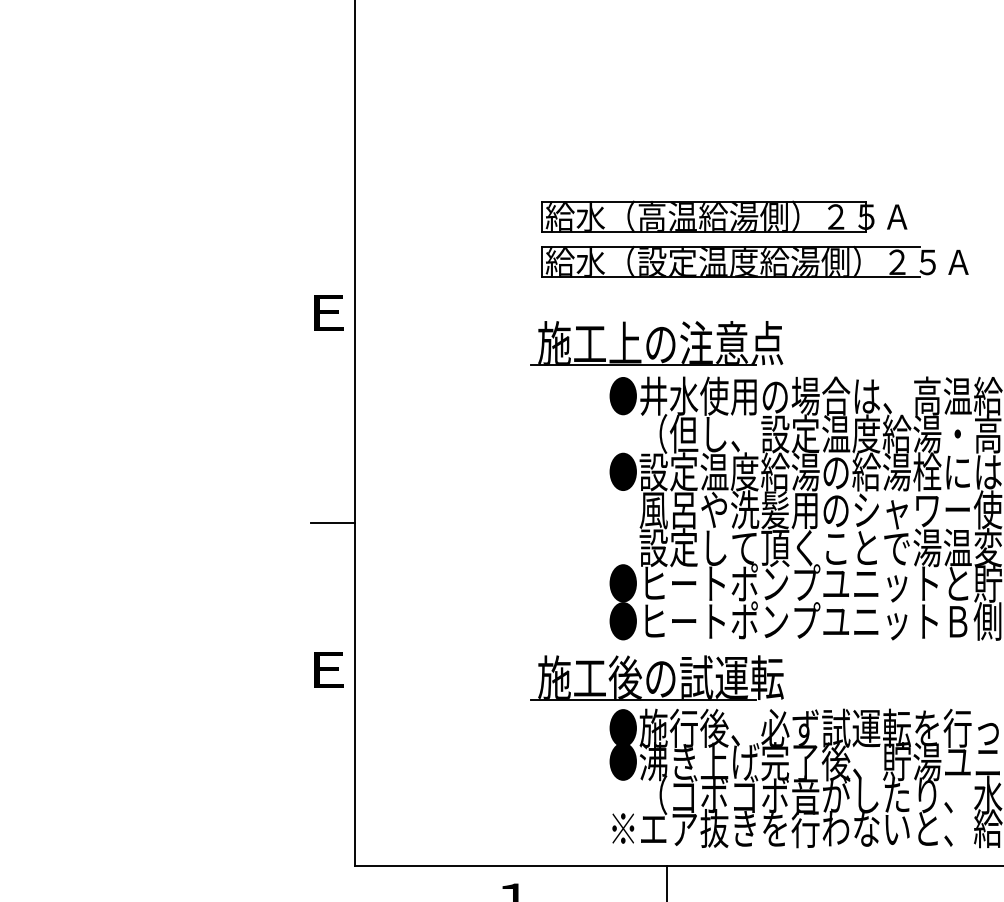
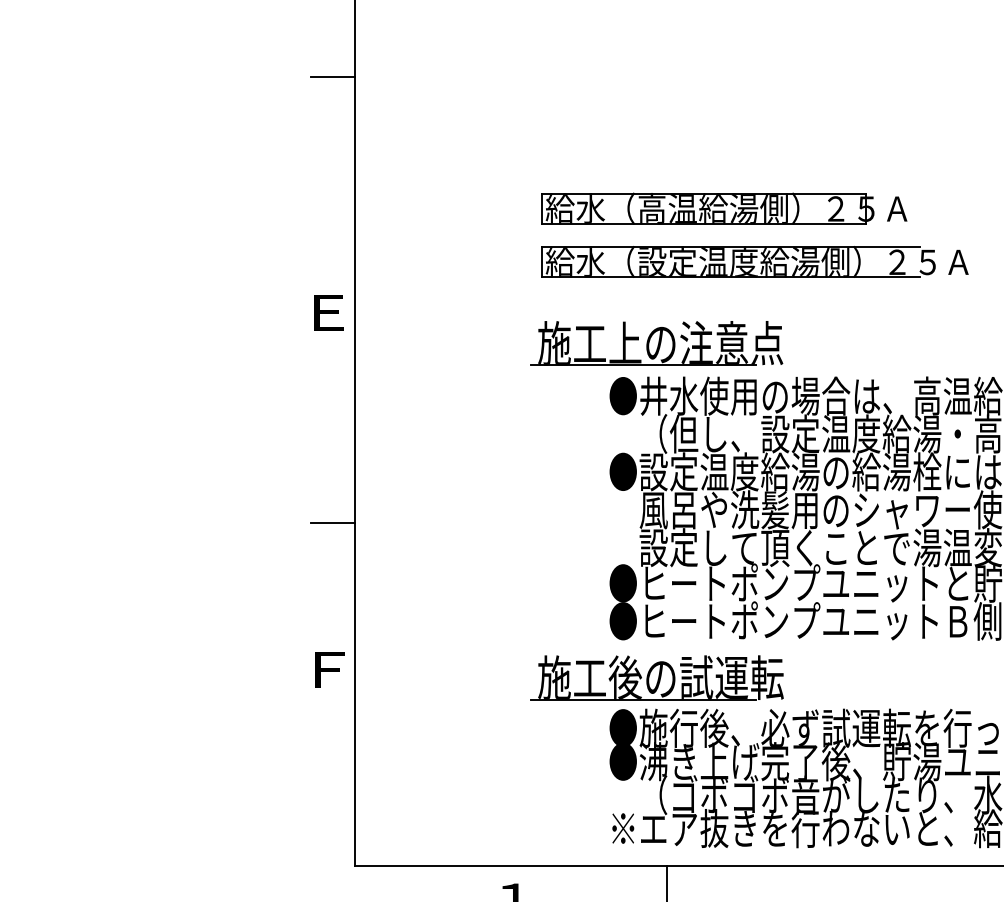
line at (332, 76): none -> present
part at (724, 216) position: (724, 216) -> (724, 208)
text at (329, 669): Ｅ -> Ｆ
